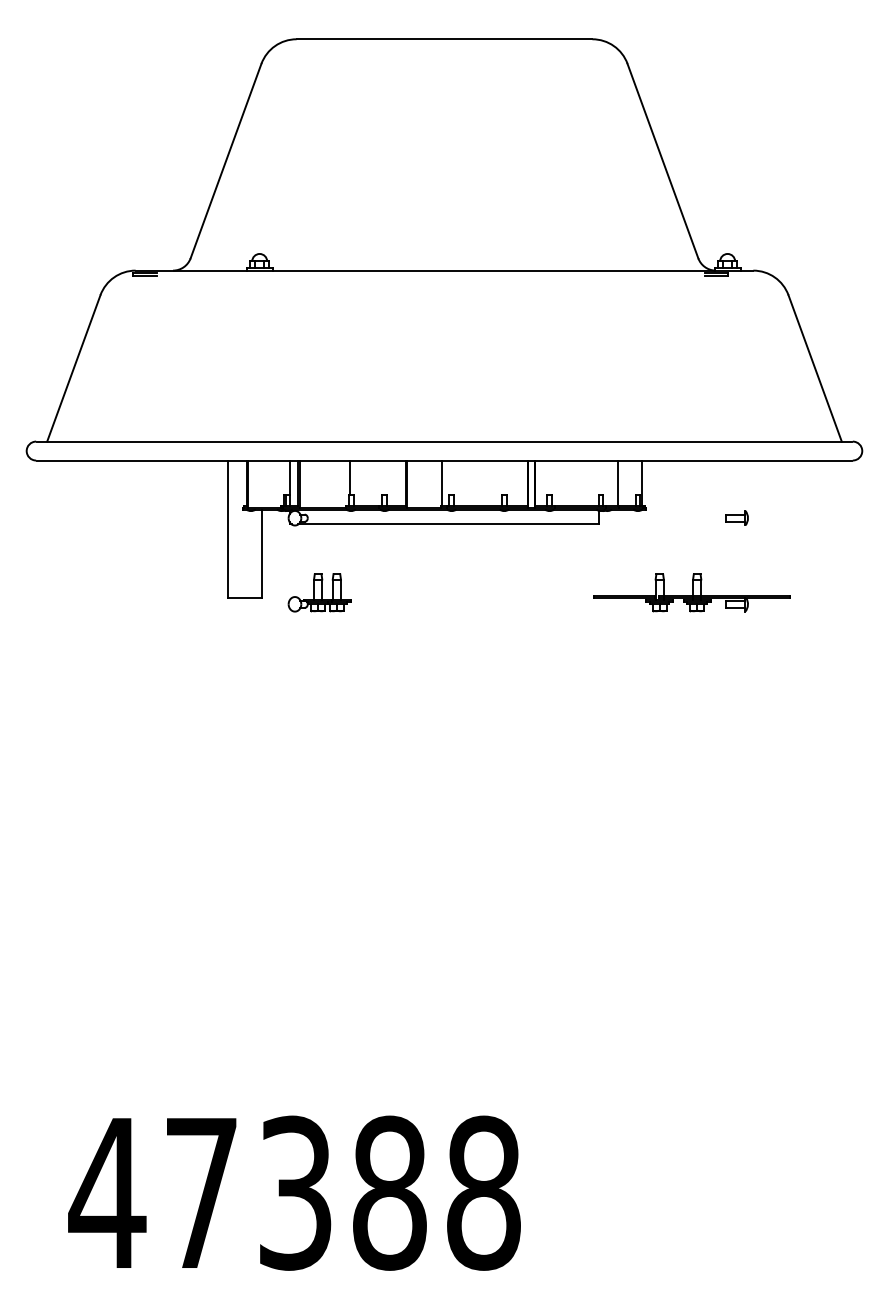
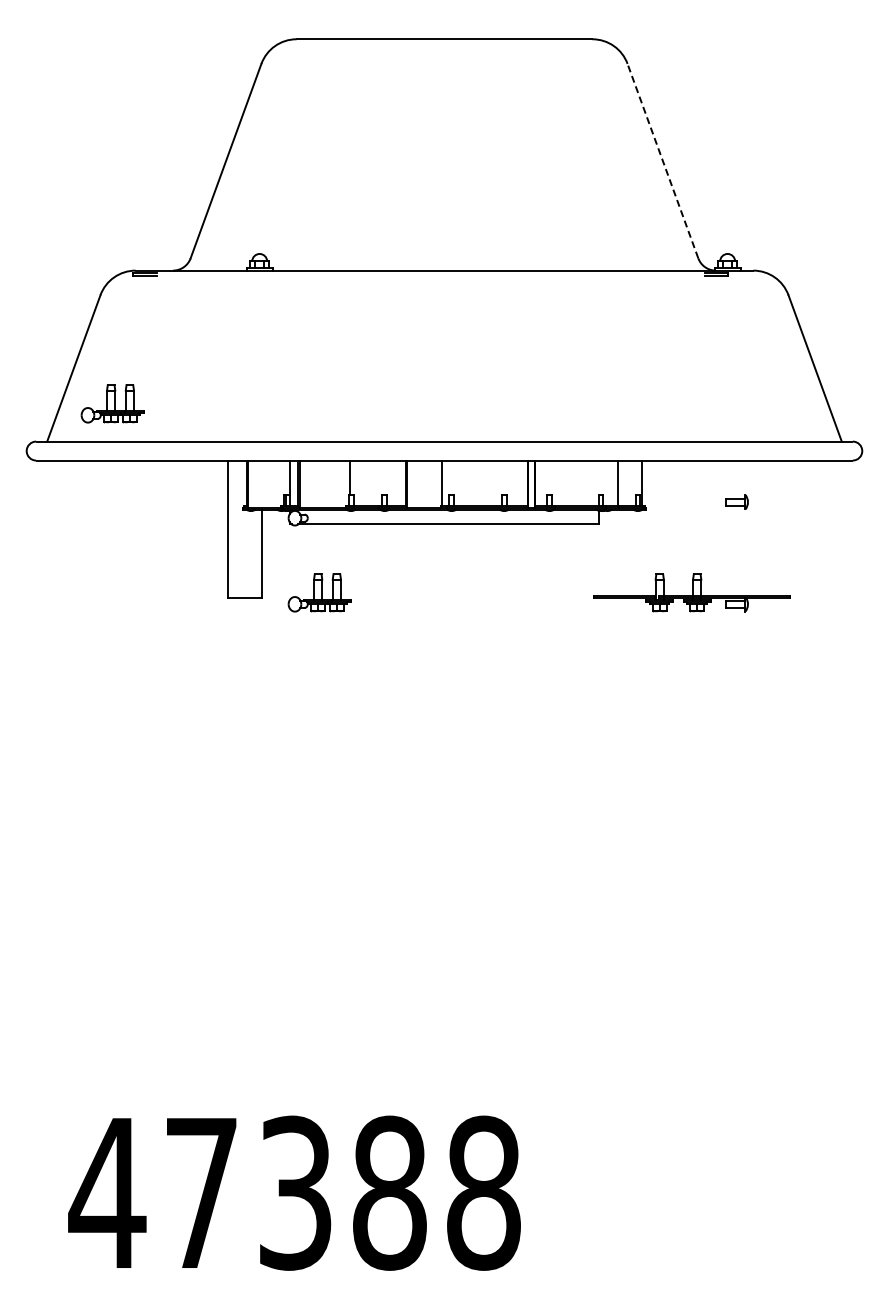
line at (662, 160): solid -> dashed
part at (112, 403): none -> present
part at (736, 517) position: (736, 517) -> (736, 501)
